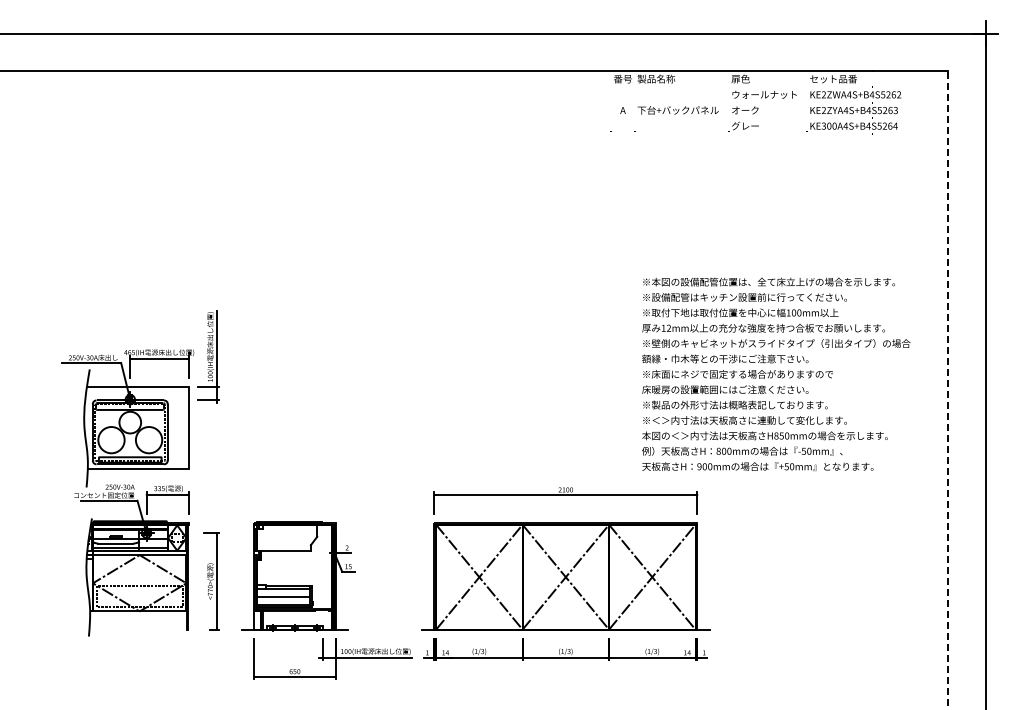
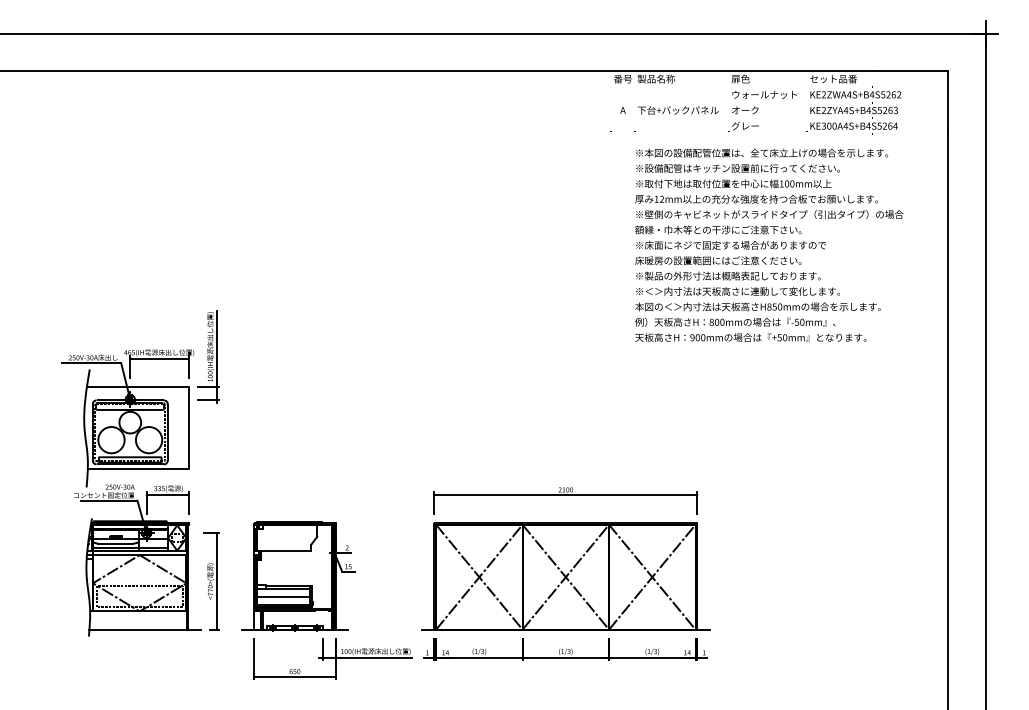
text at (776, 374) position: (776, 374) -> (769, 245)
line at (948, 390): dashed -> solid
line at (145, 629): none -> present
